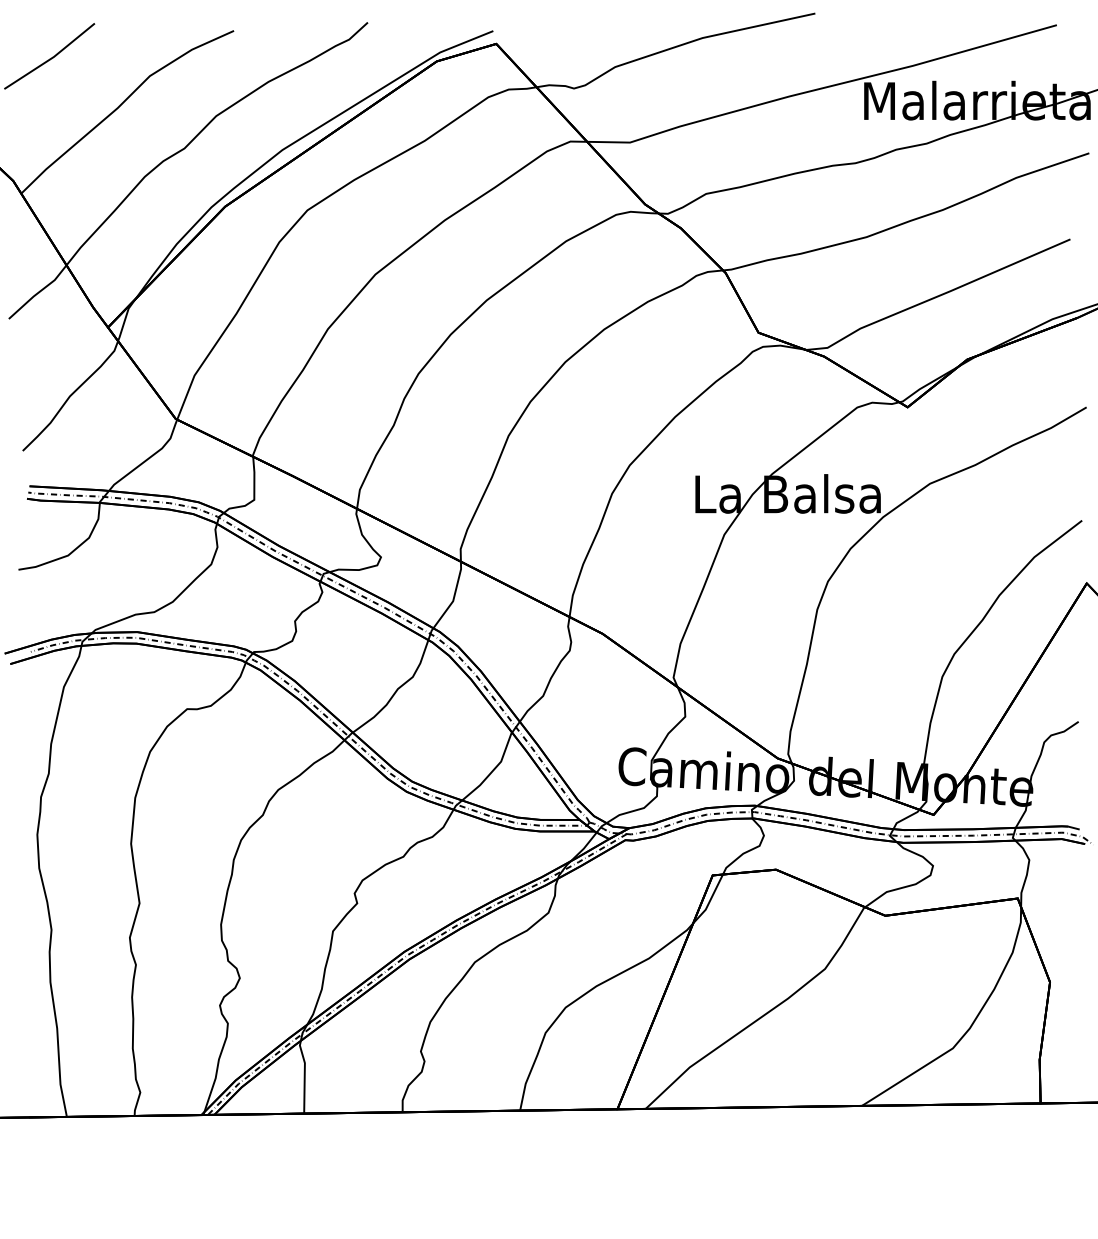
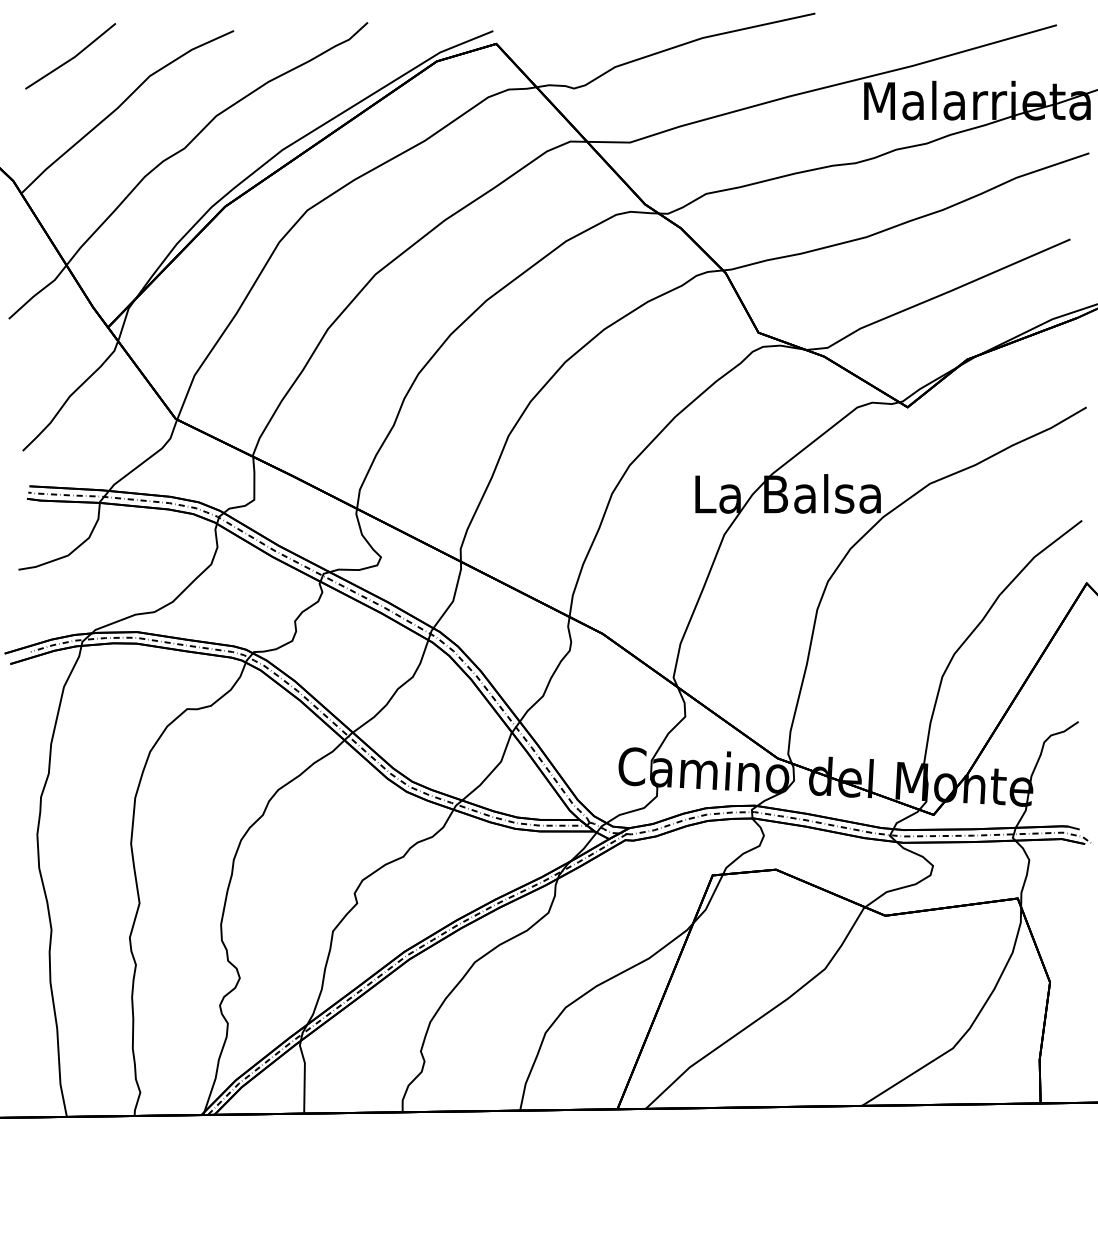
line at (49, 58) position: (49, 58) -> (70, 58)
